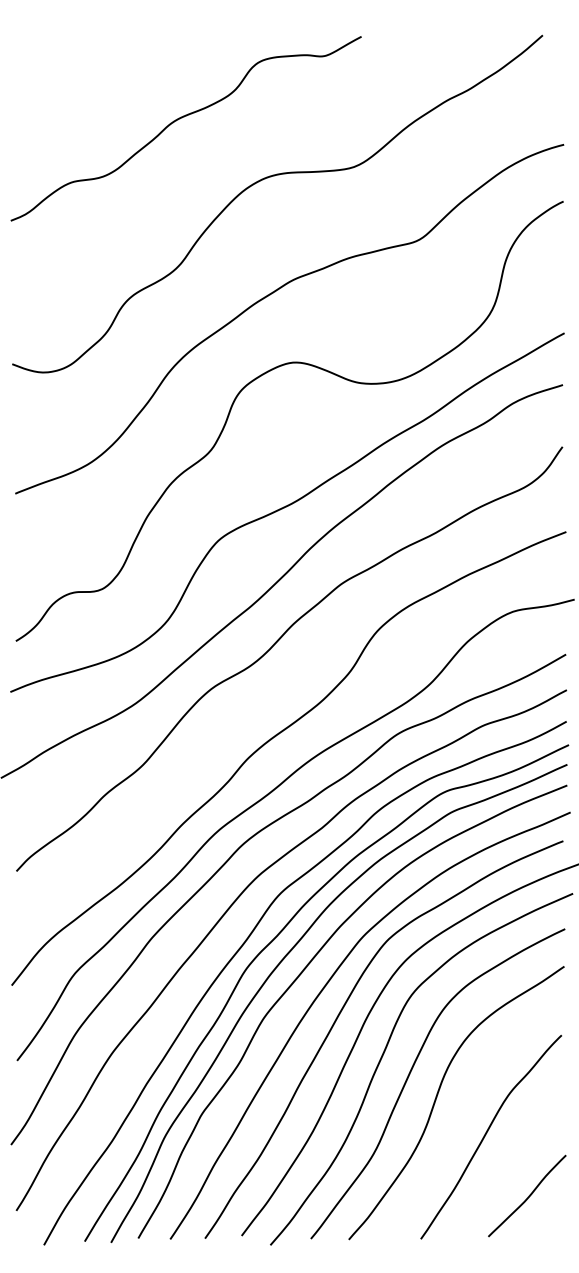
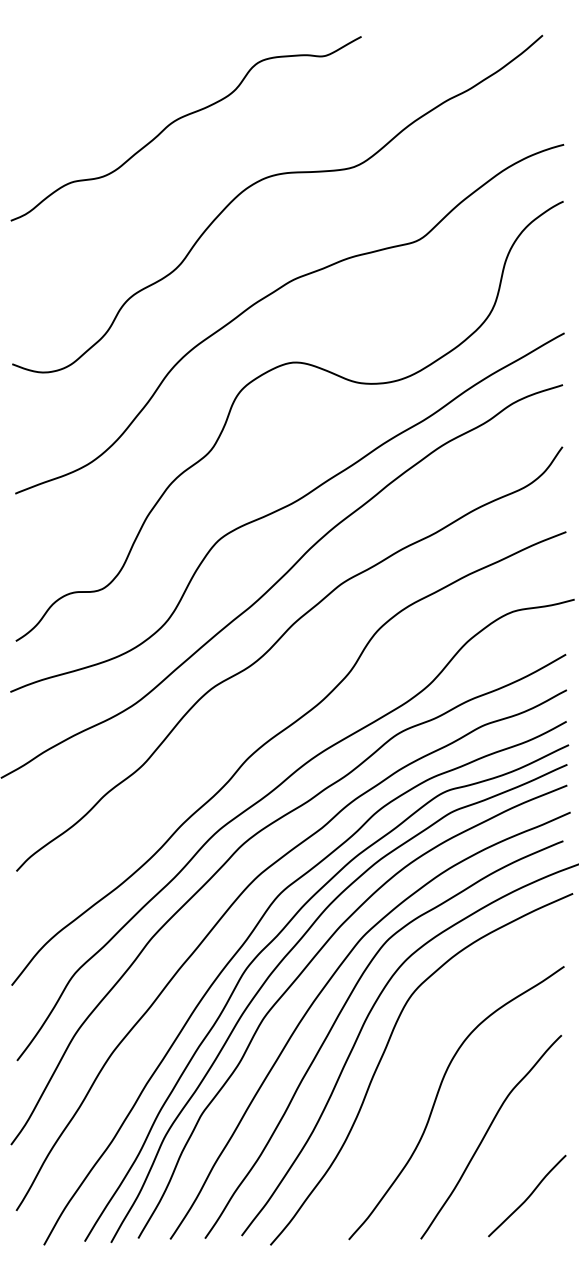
curve at (412, 1070): present -> none
